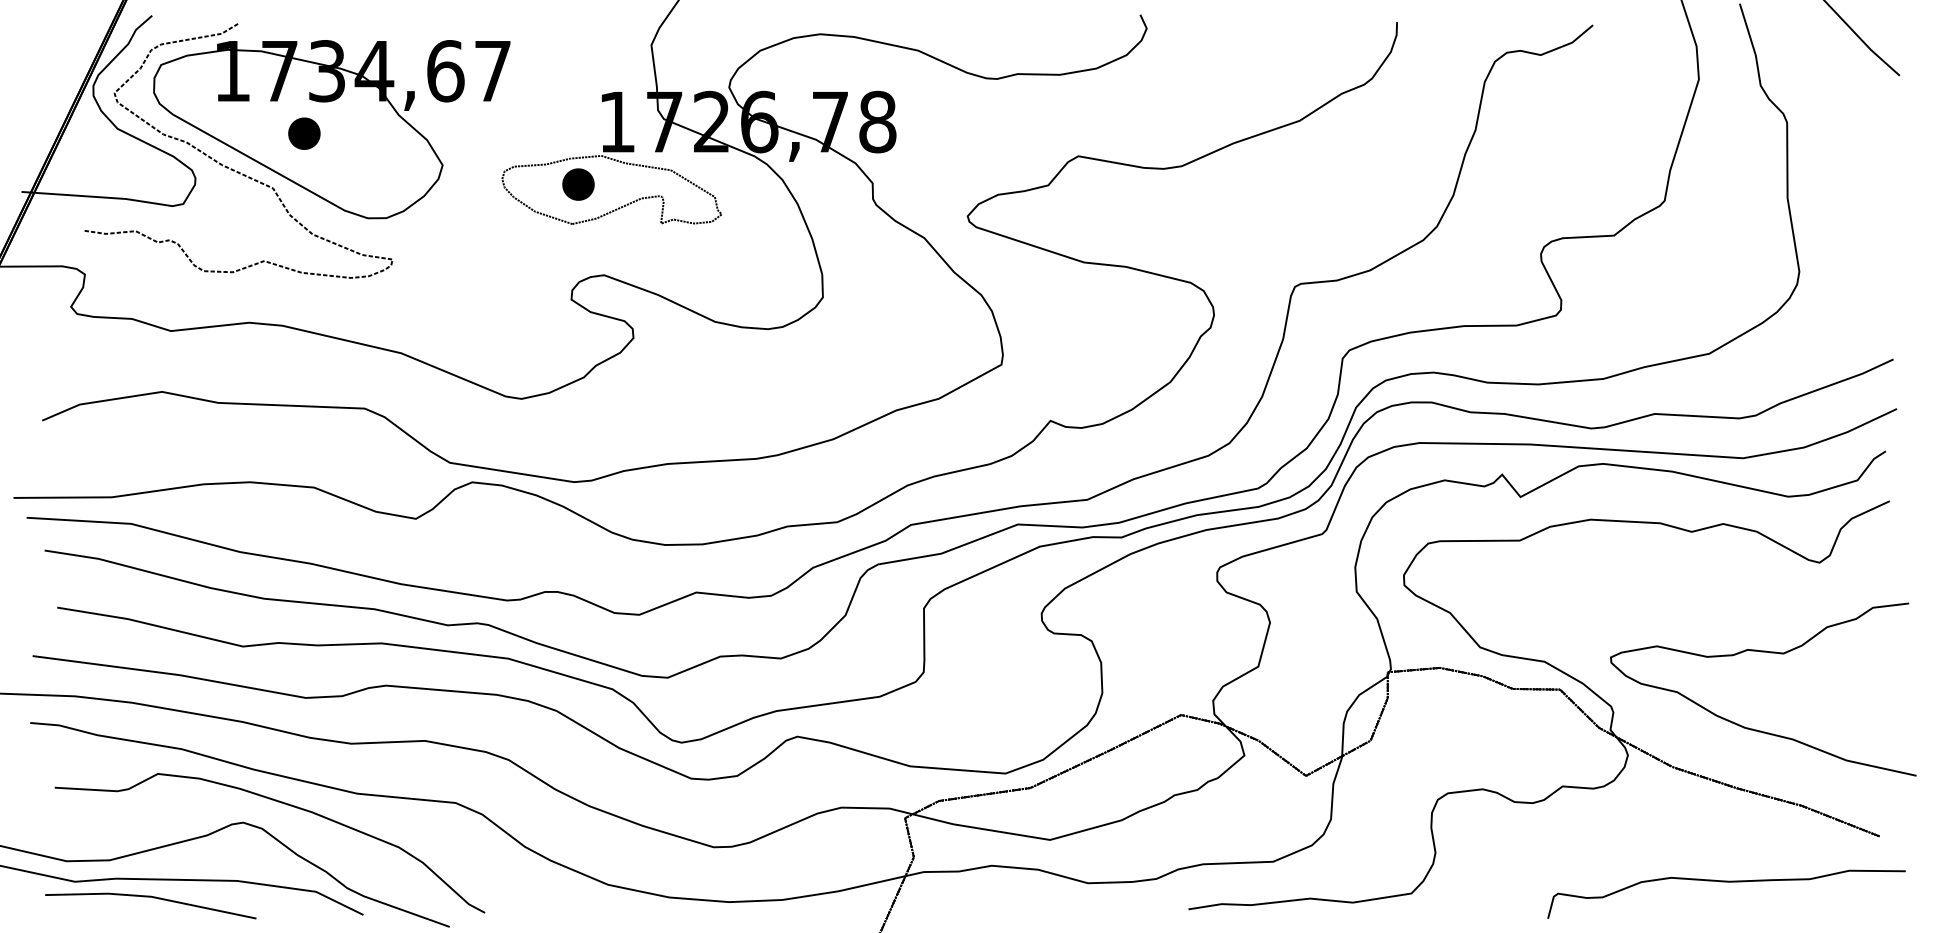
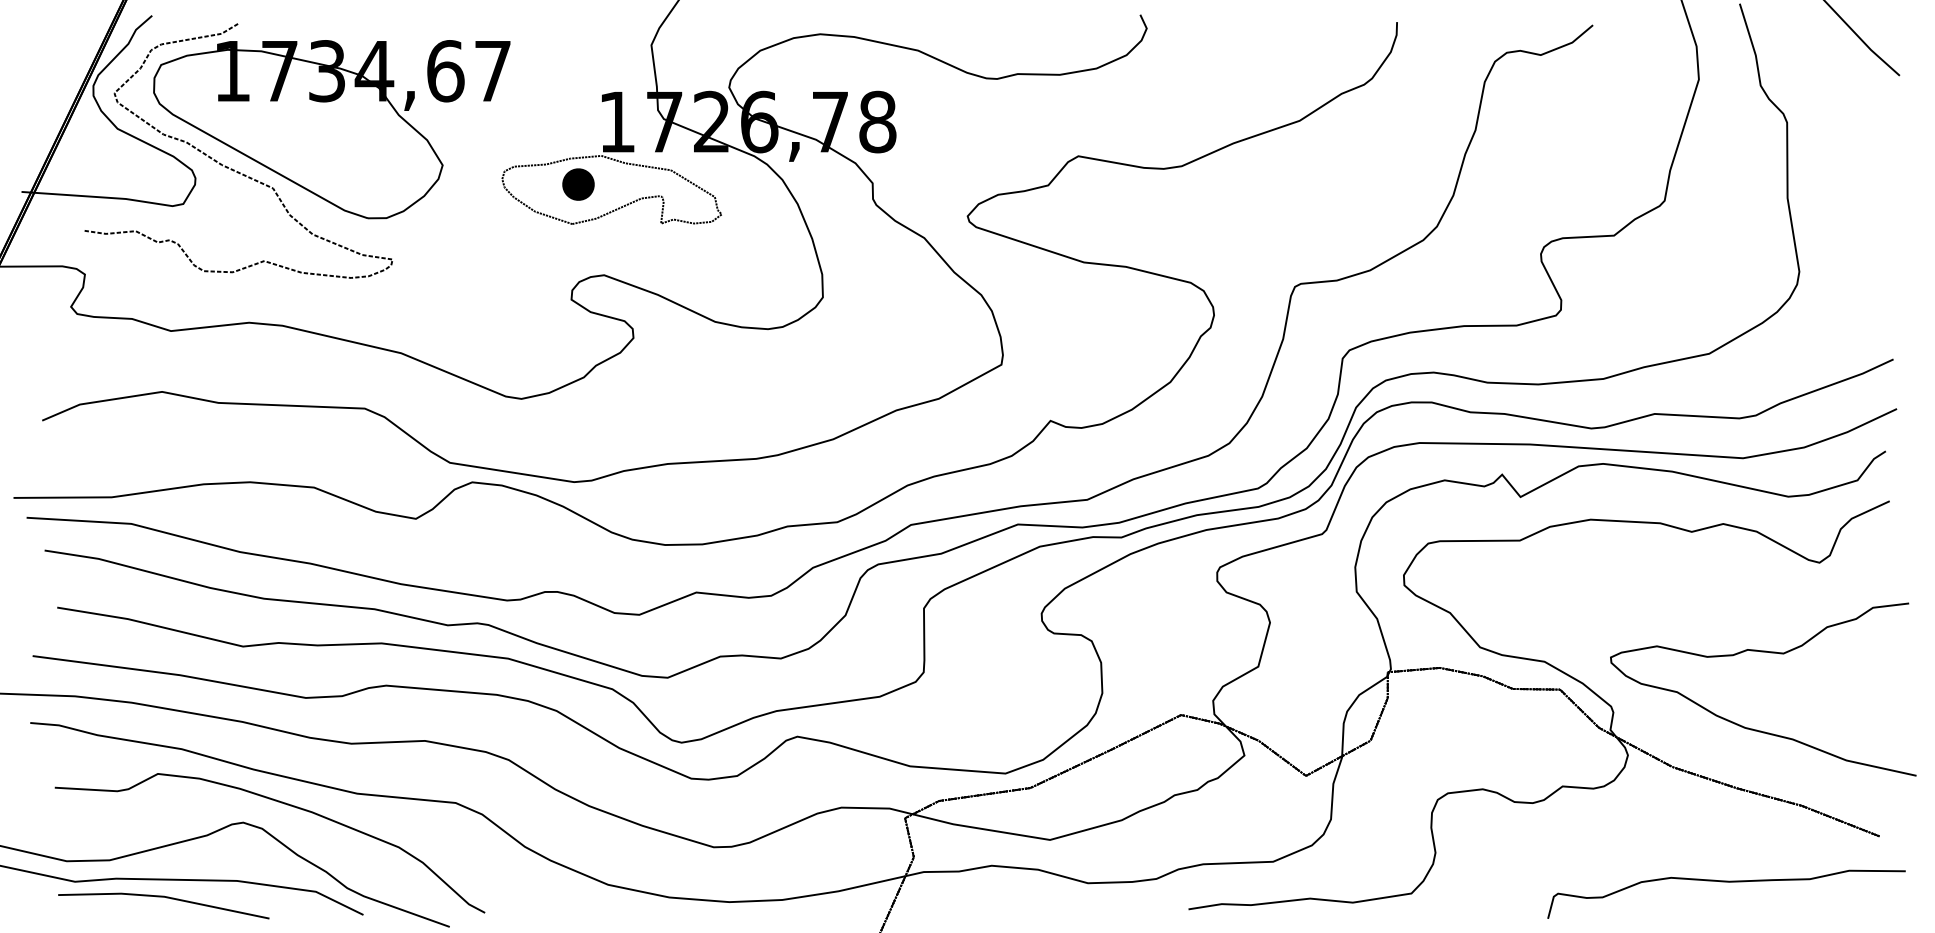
part at (304, 133): present -> none
part at (153, 898) position: (153, 898) -> (166, 898)
